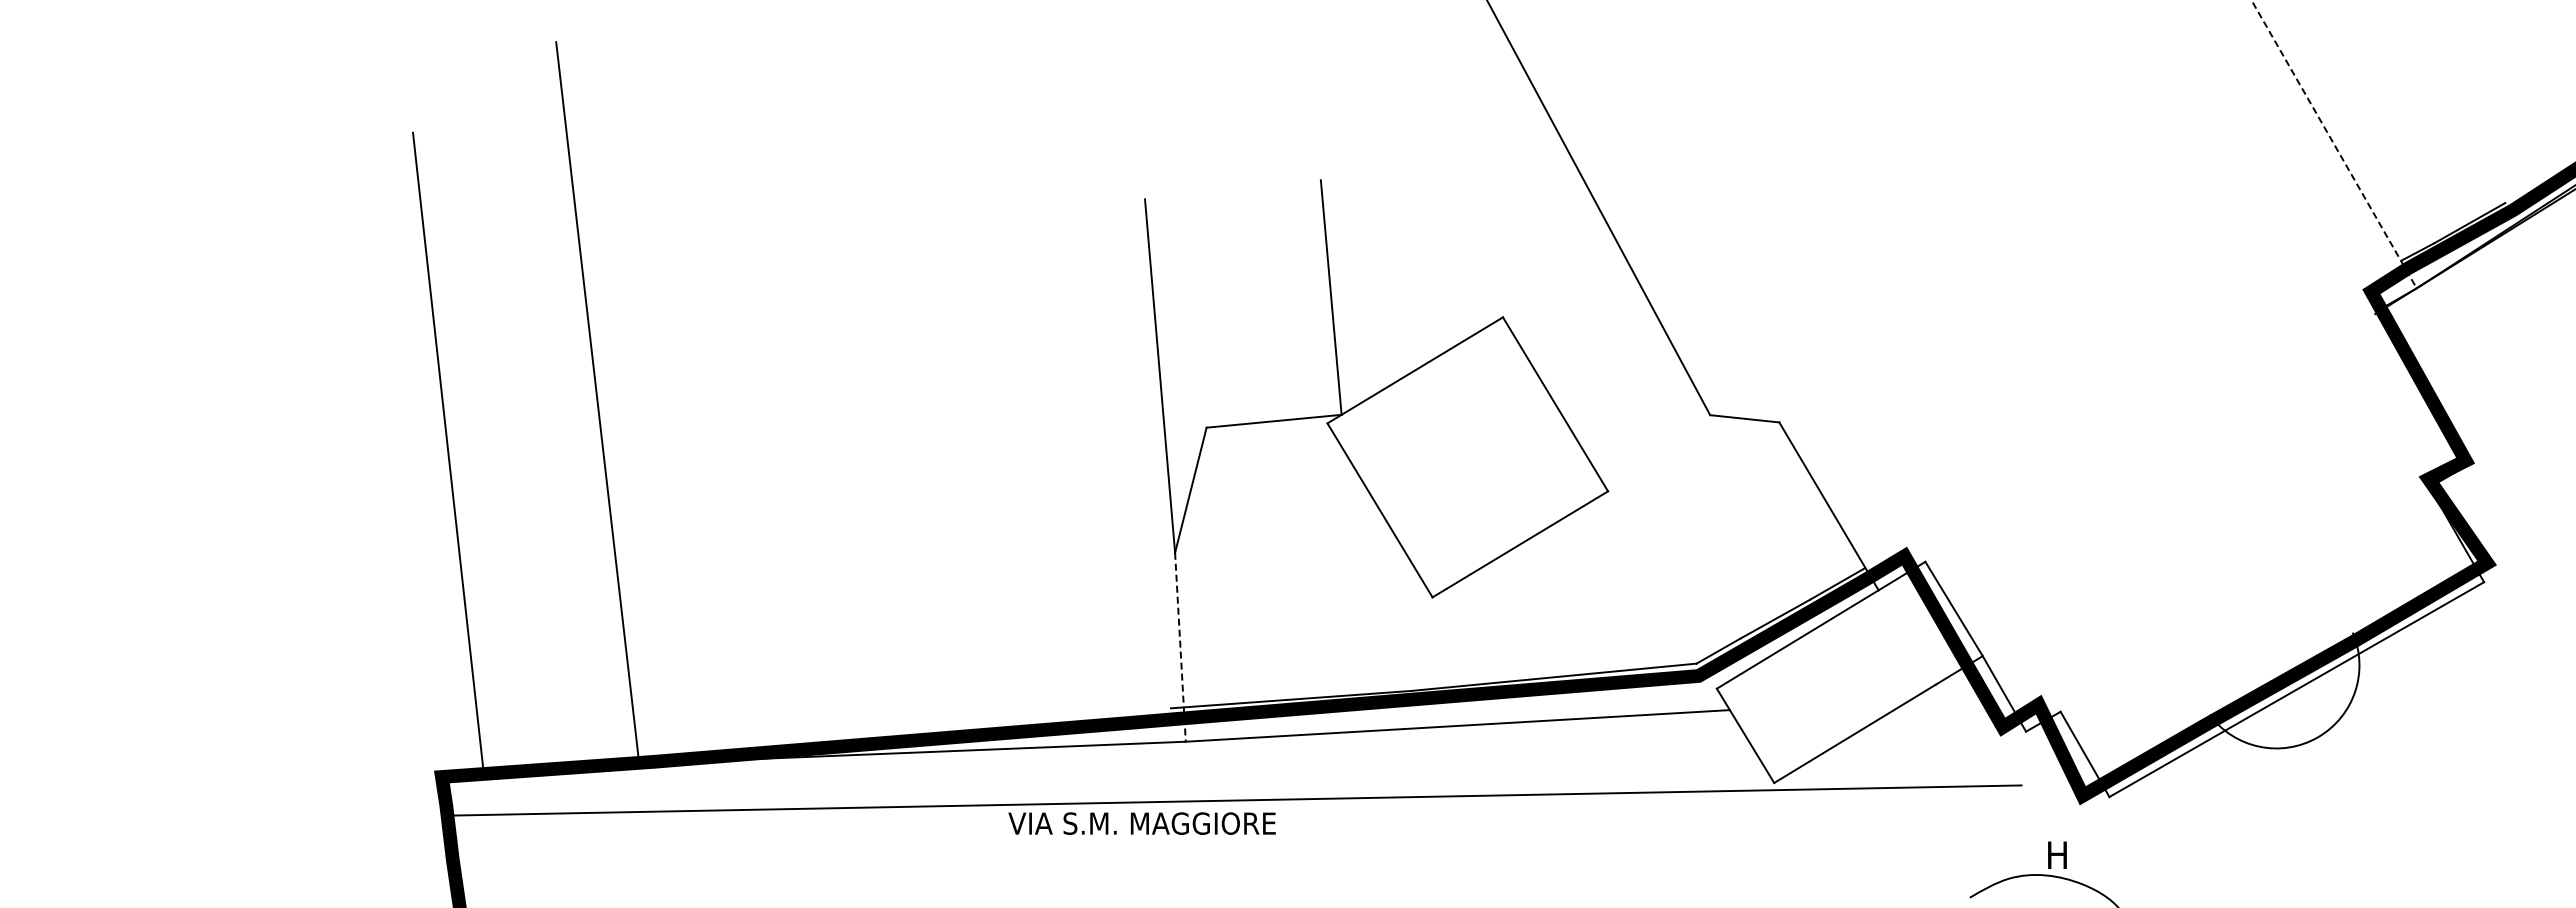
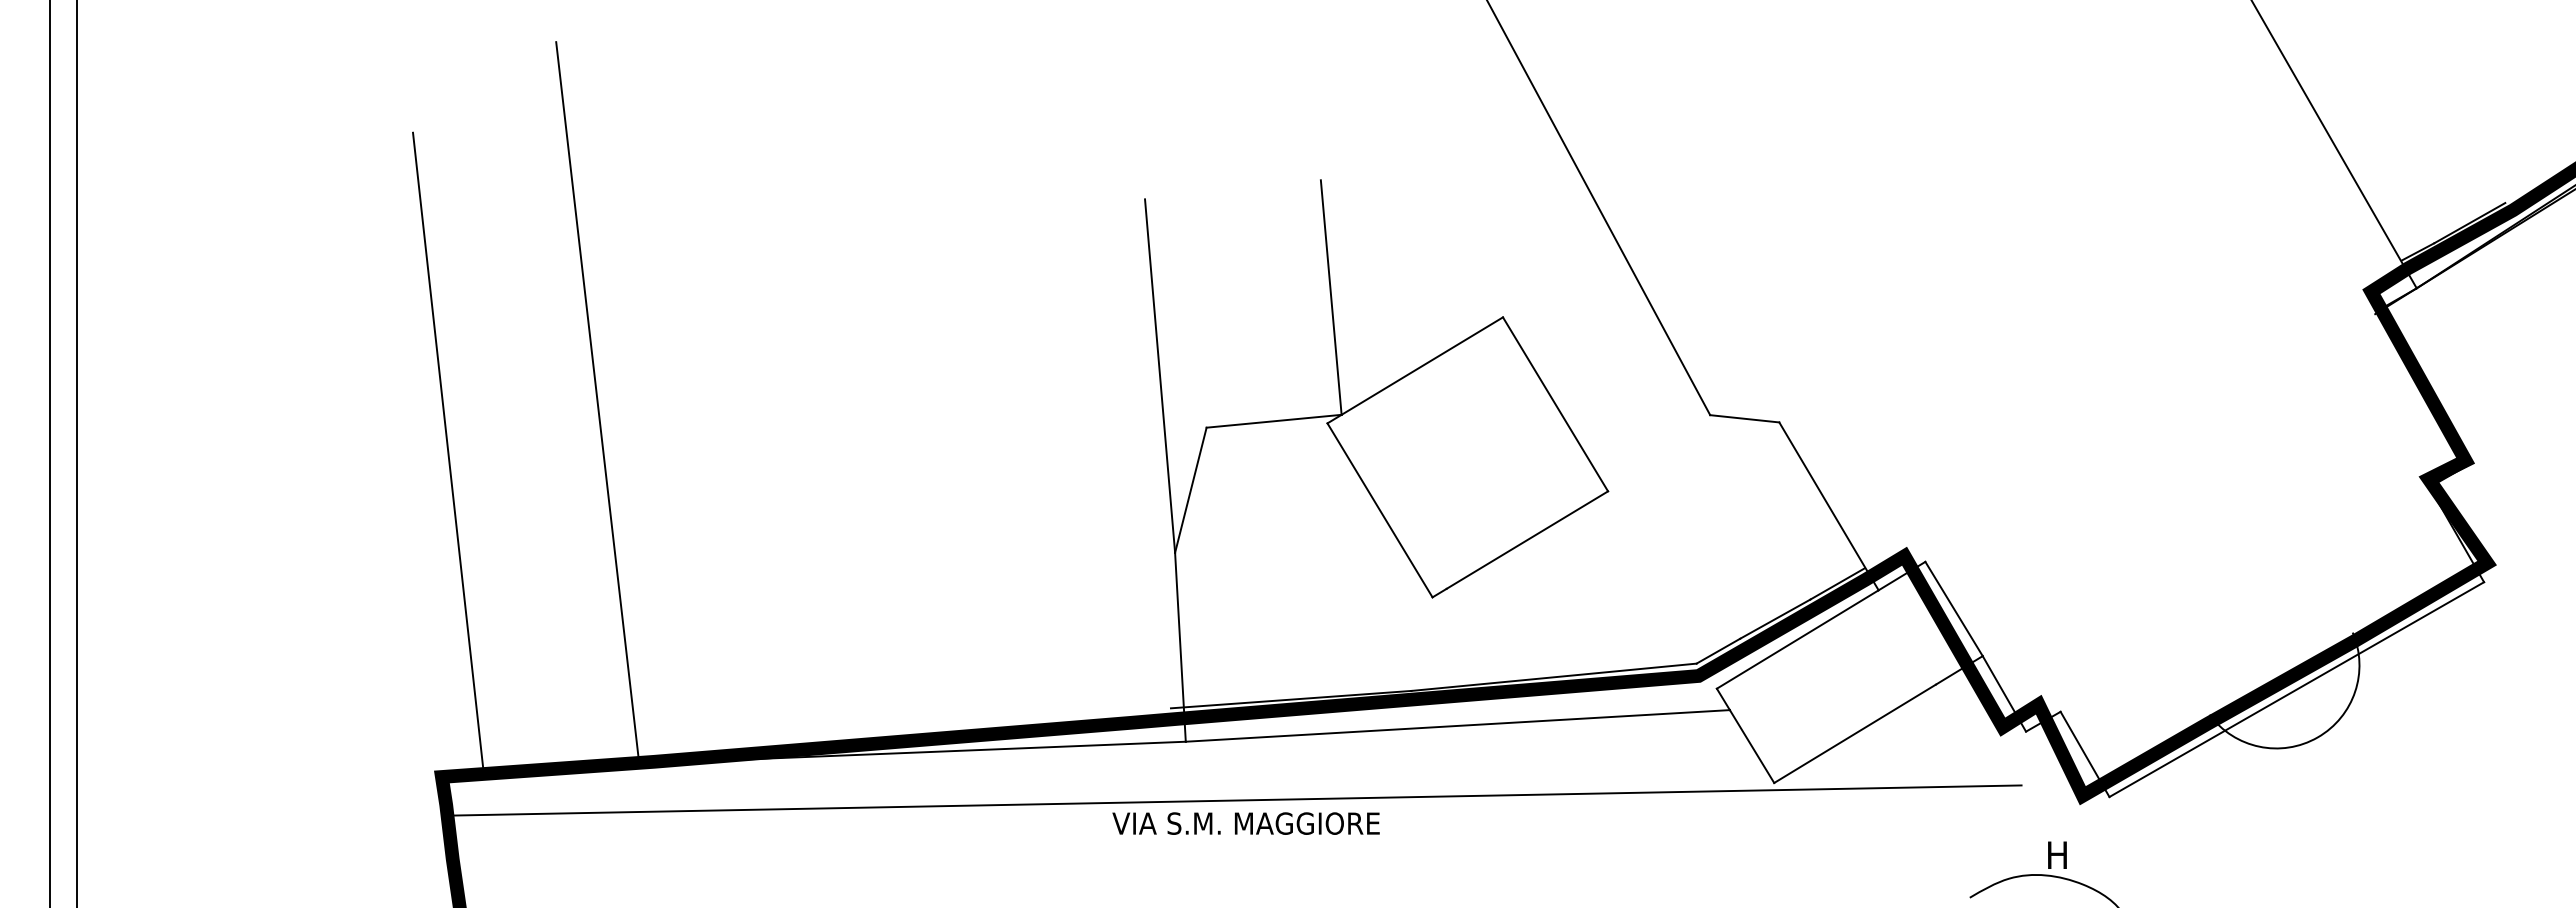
line at (2334, 144): dashed -> solid
line at (49, 453): none -> present
line at (77, 453): none -> present
line at (1180, 647): dashed -> solid
text at (1141, 823) position: (1141, 823) -> (1245, 823)
